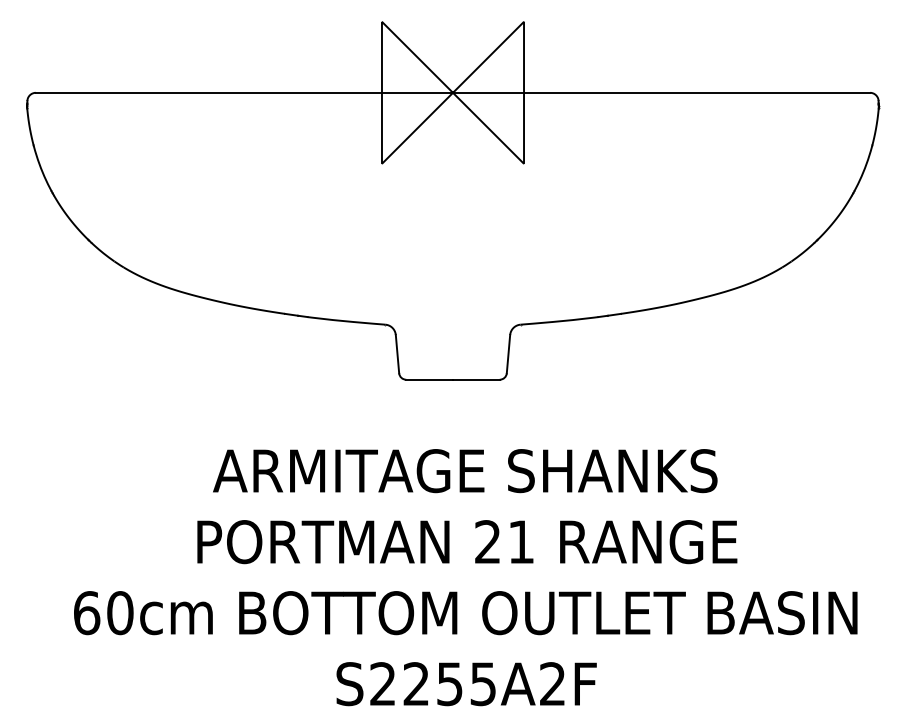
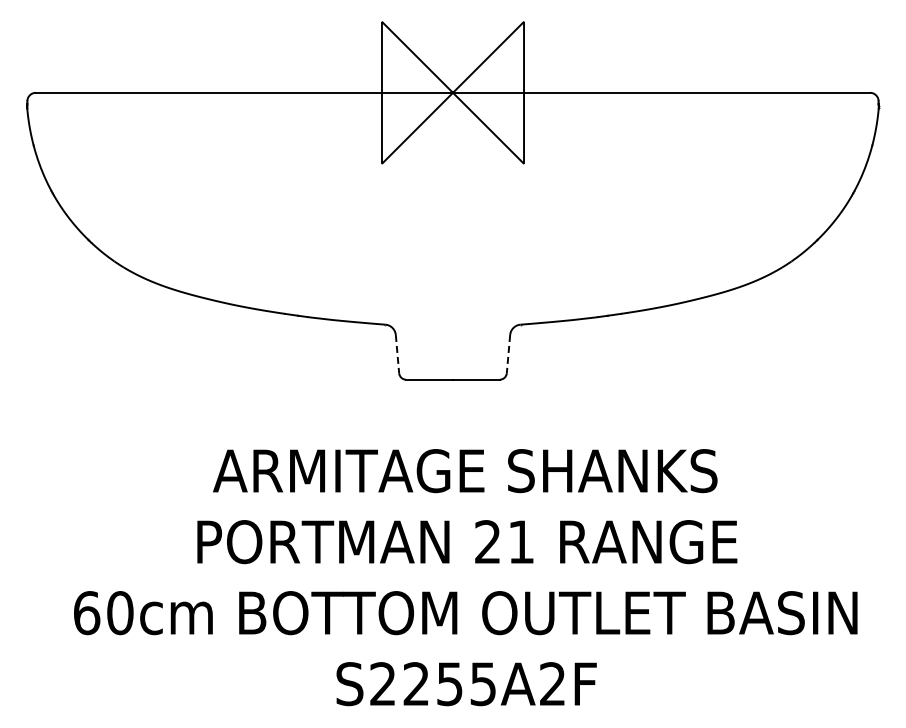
line at (397, 354): solid -> dashed
line at (508, 354): solid -> dashed
